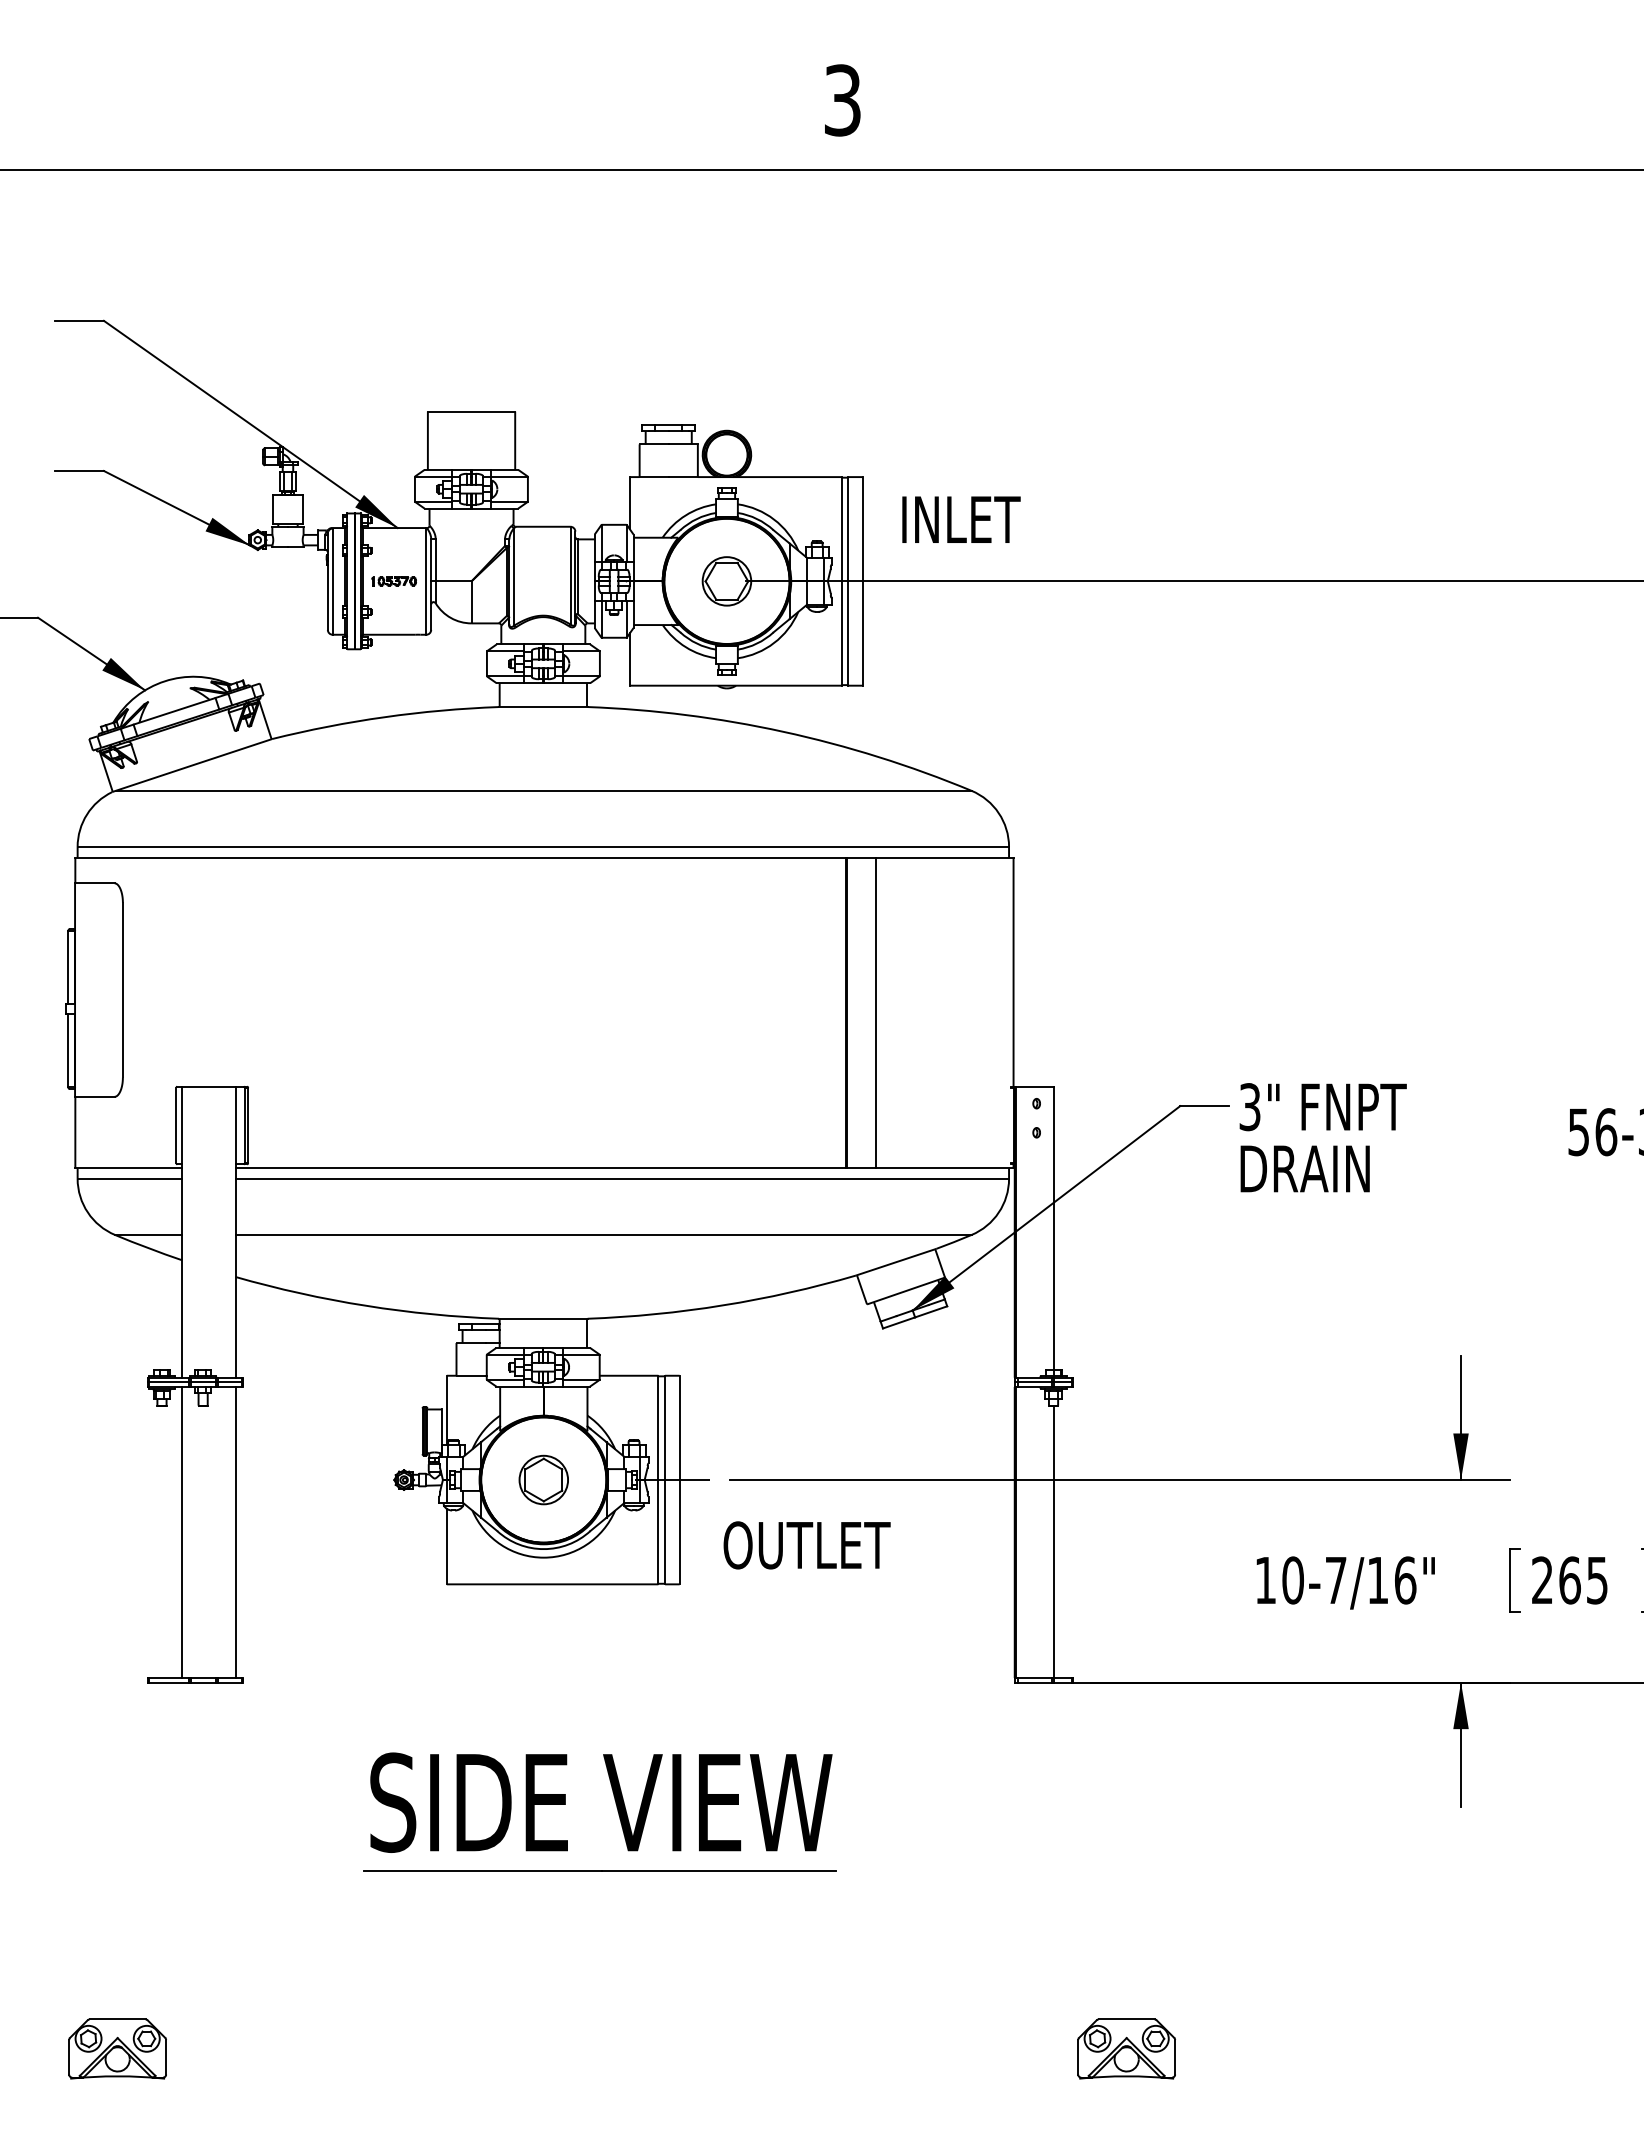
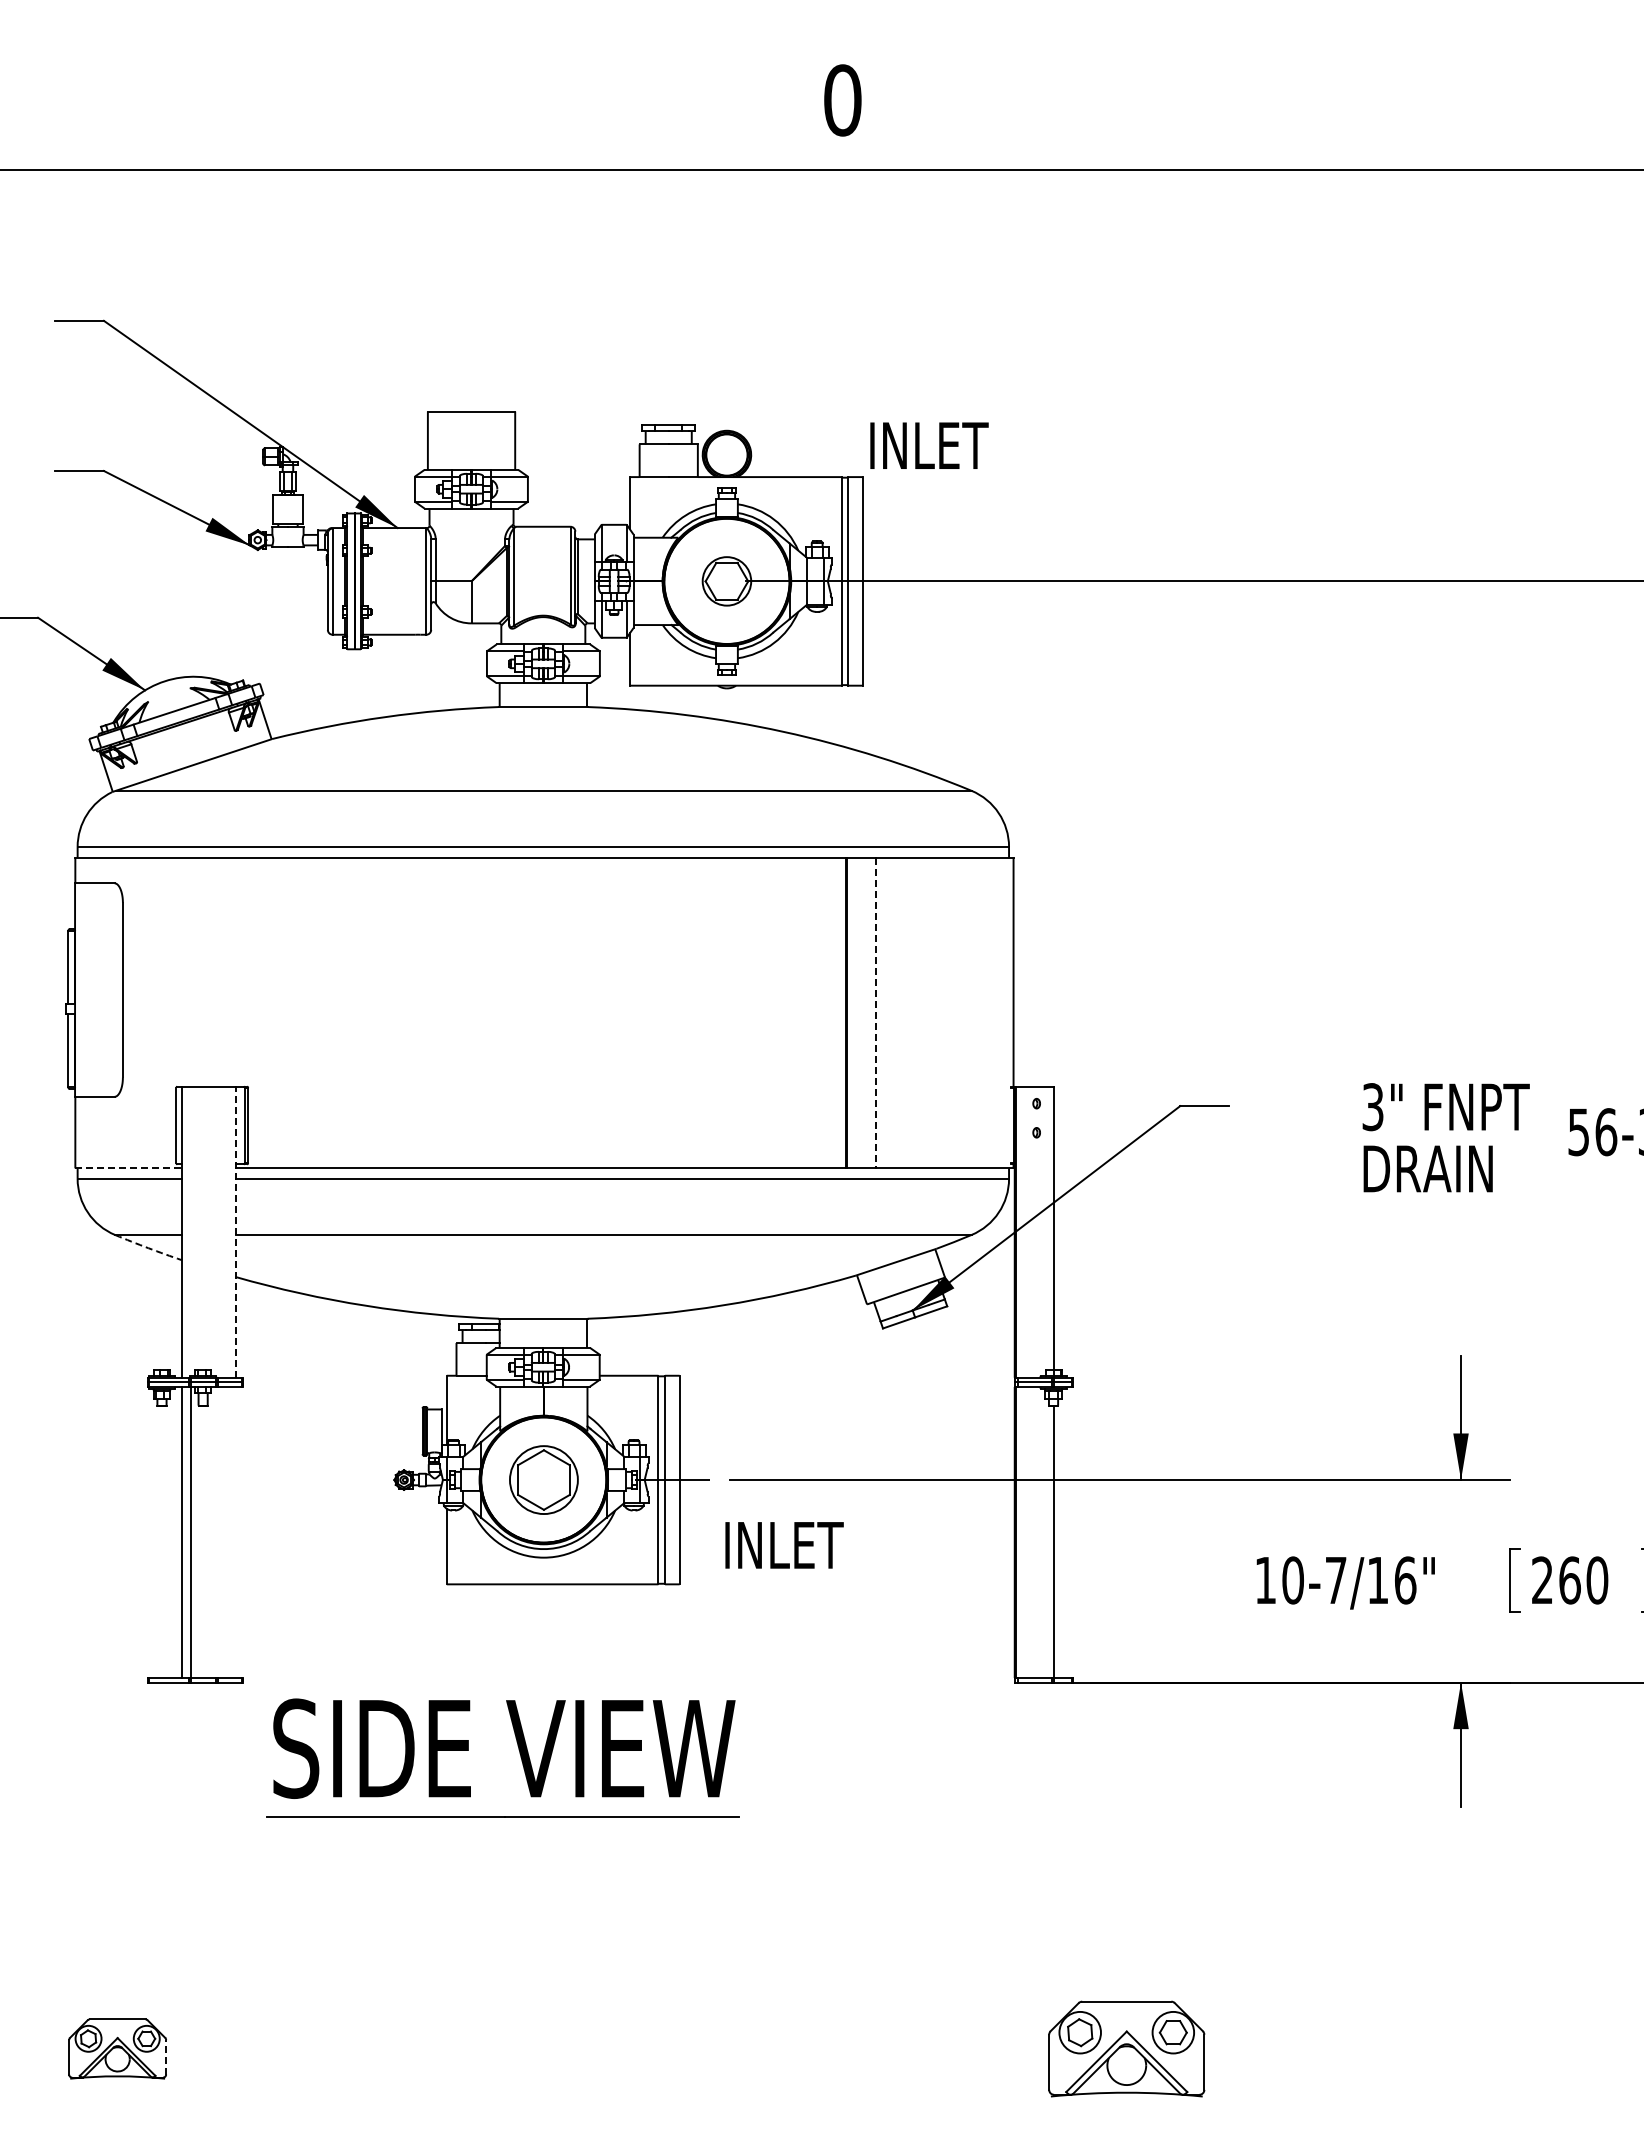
text at (842, 100): 3 -> 0
text at (961, 519) position: (961, 519) -> (929, 445)
part at (393, 581): present -> none
line at (876, 1013): solid -> dashed
text at (1322, 1137) position: (1322, 1137) -> (1445, 1137)
line at (129, 1168): solid -> dashed
line at (235, 1232): solid -> dashed
arc at (148, 1248): solid -> dashed
part at (543, 1479) size: 51x52 px -> 70x70 px
line at (235, 1531) position: (235, 1531) -> (190, 1531)
text at (806, 1545): OUTLET -> INLET
text at (1597, 1580): 265 -> 260
part at (615, 1804) position: (615, 1804) -> (518, 1750)
part at (1126, 2048) size: 99x62 px -> 158x98 px
line at (166, 2056): solid -> dashed
